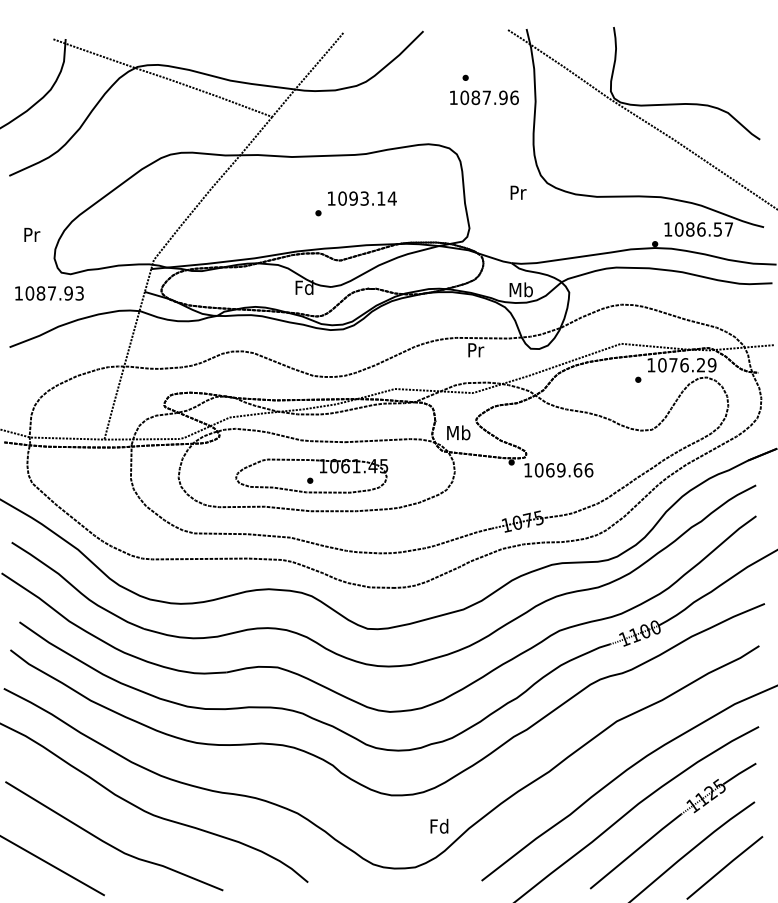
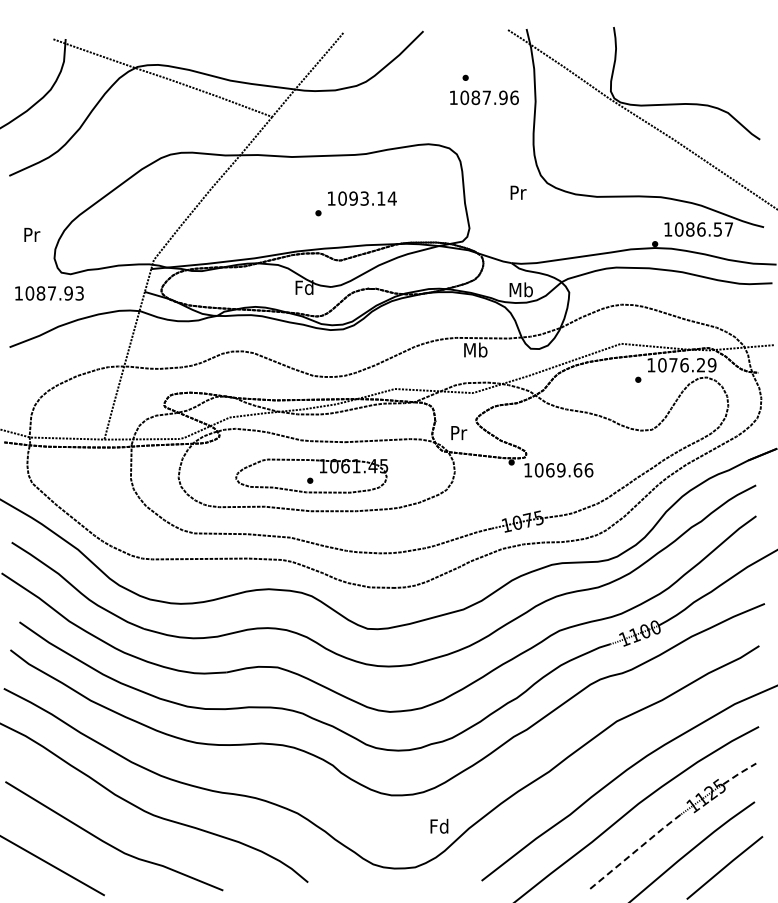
text at (475, 349): Pr -> Mb
text at (458, 432): Mb -> Pr
line at (739, 773): solid -> dashed
line at (637, 850): solid -> dashed
